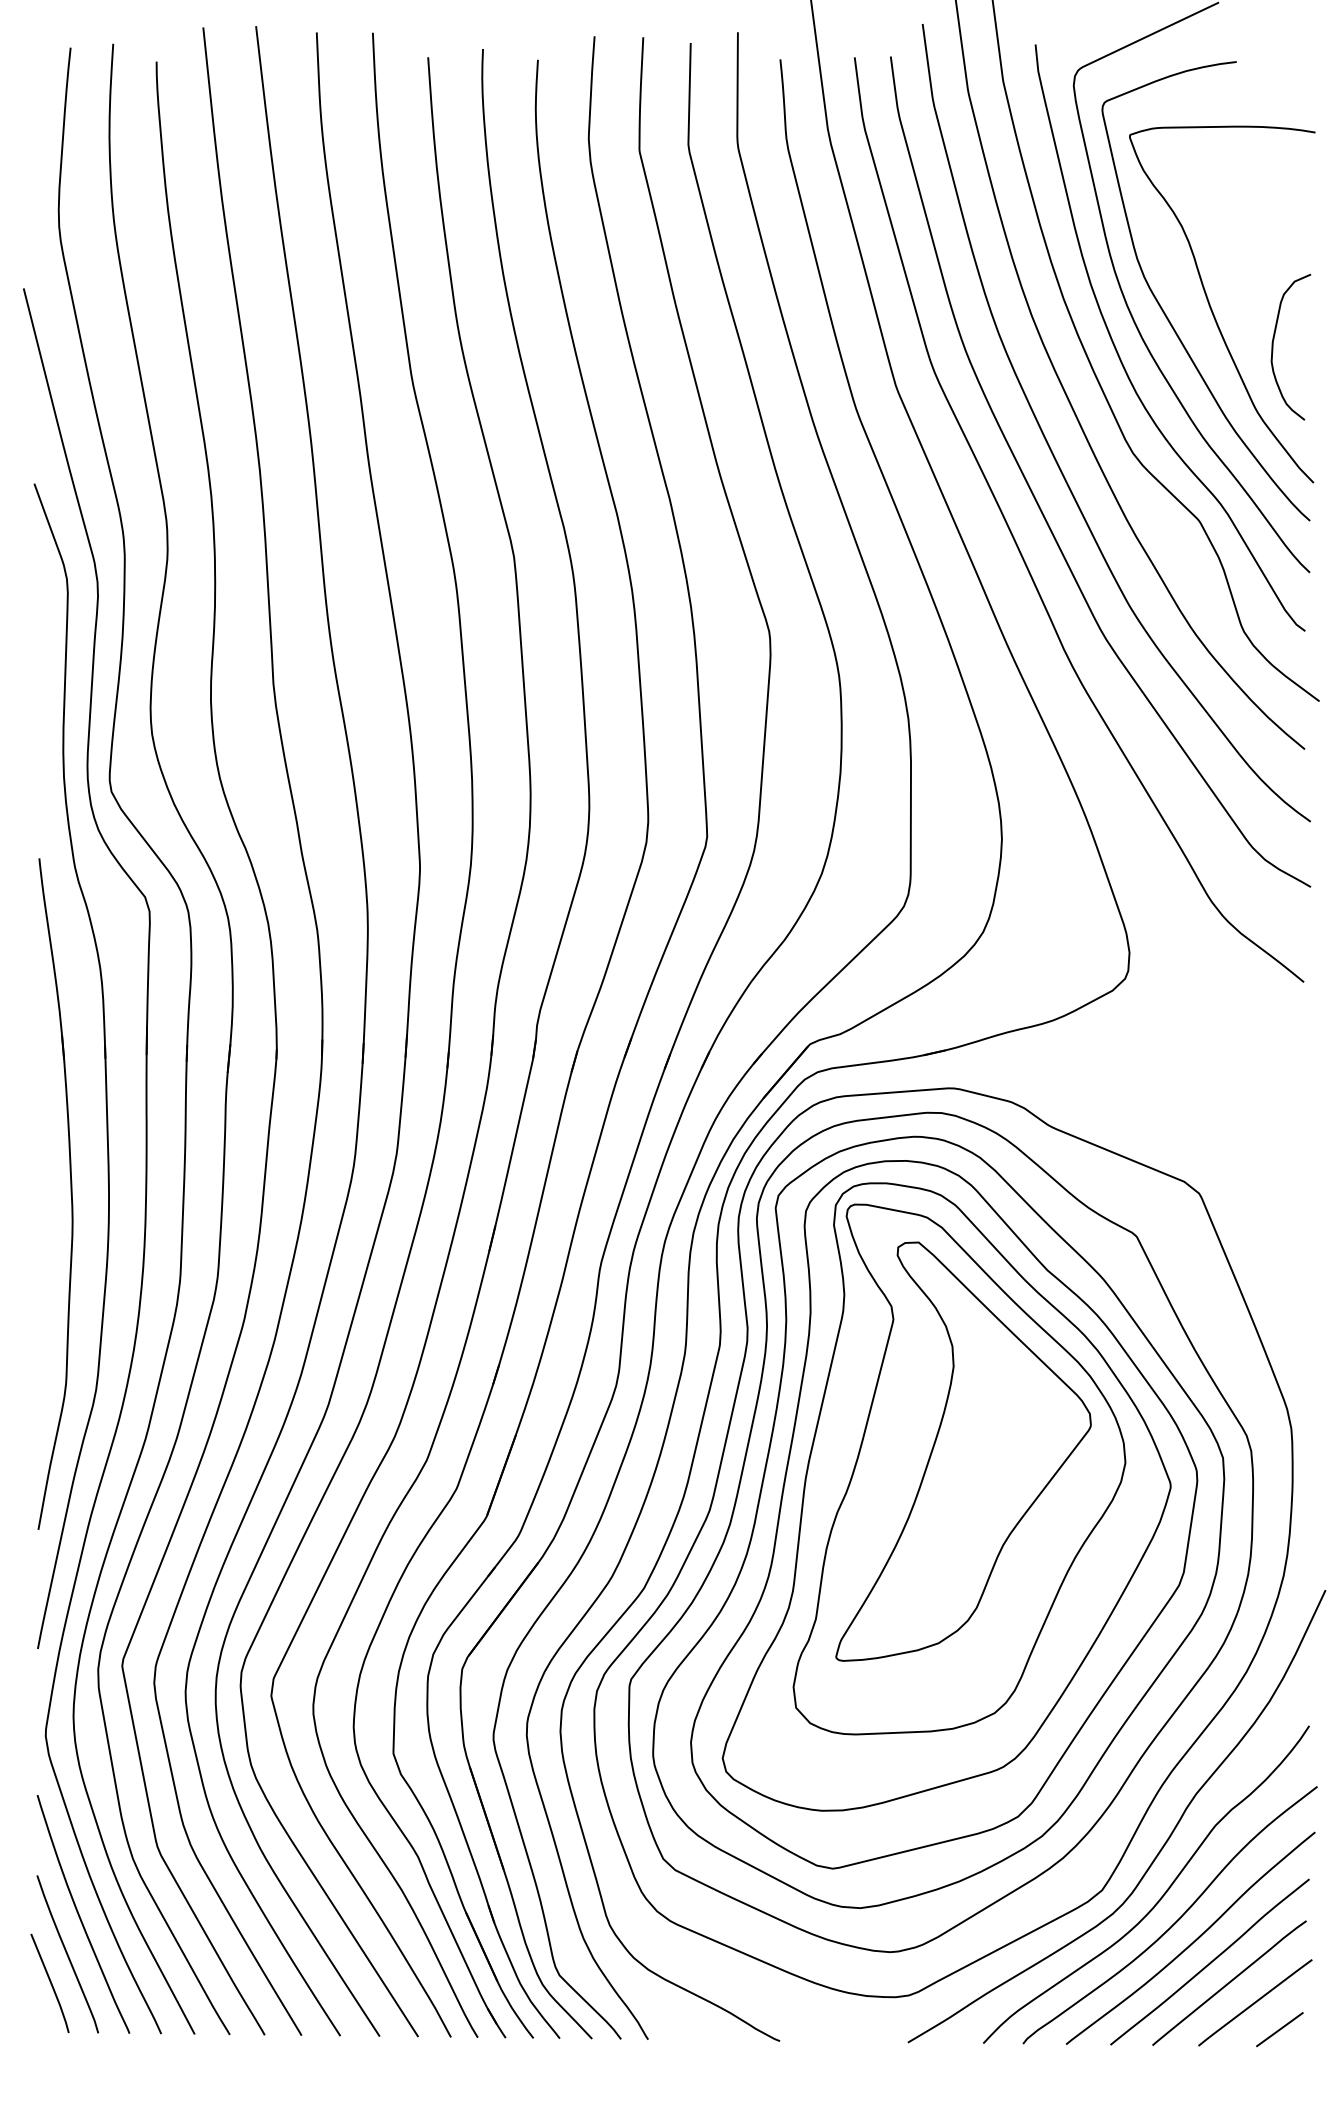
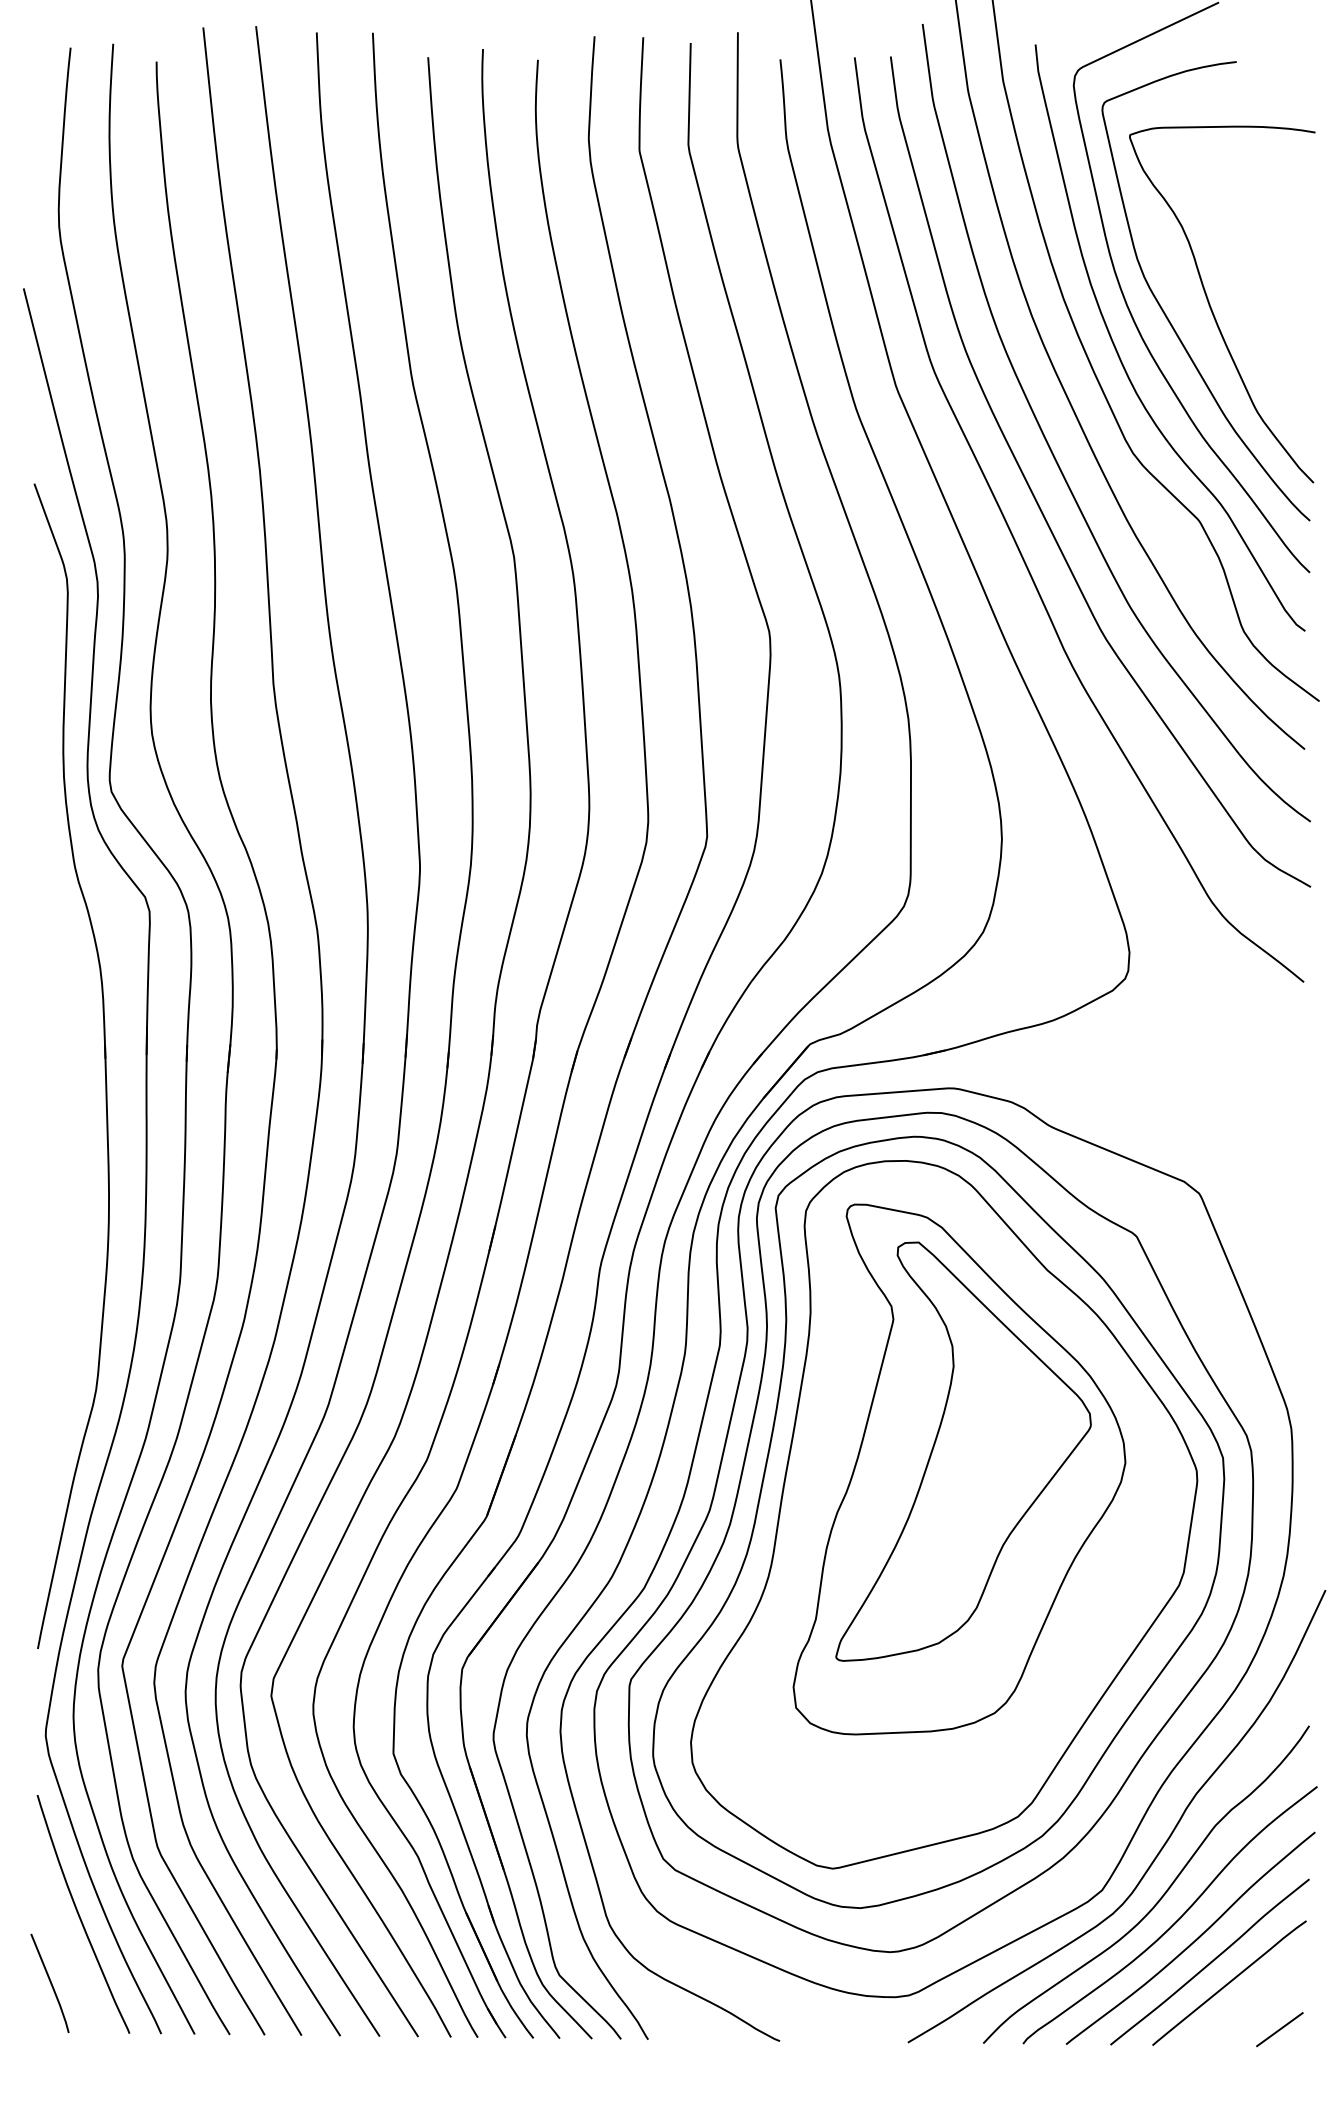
curve at (1273, 346): present -> none
part at (70, 1193): present -> none
part at (946, 1496): present -> none
curve at (67, 1954): present -> none
line at (1255, 2002): present -> none
